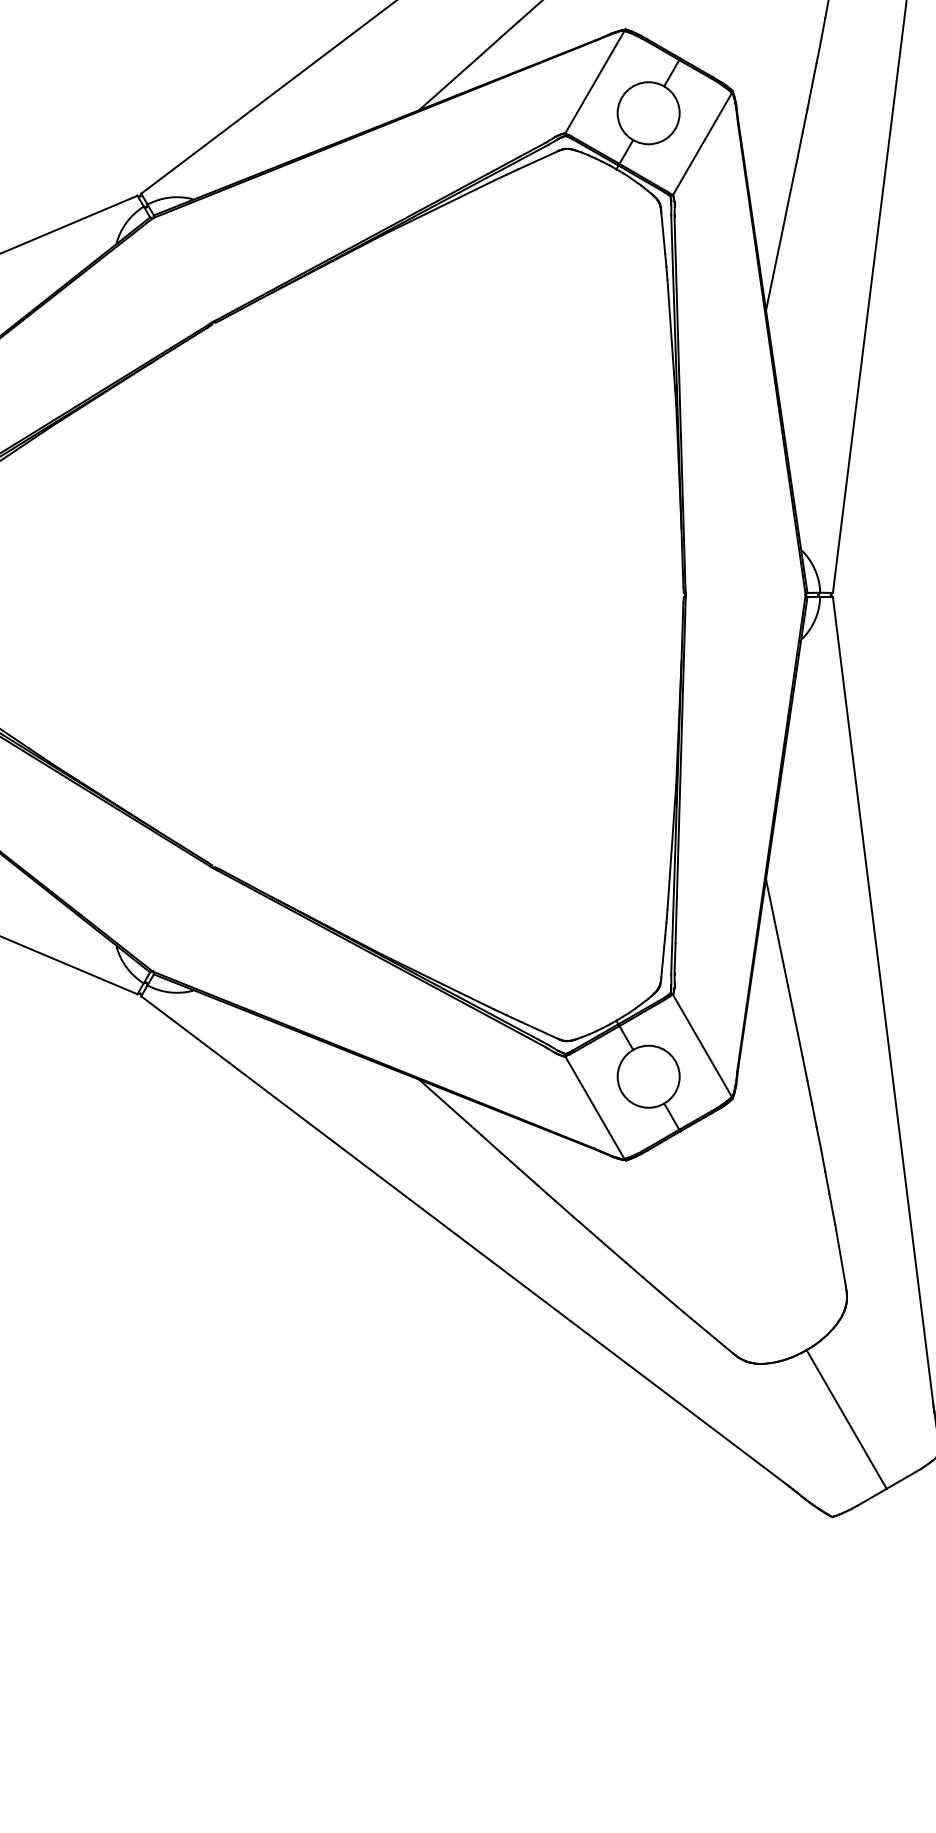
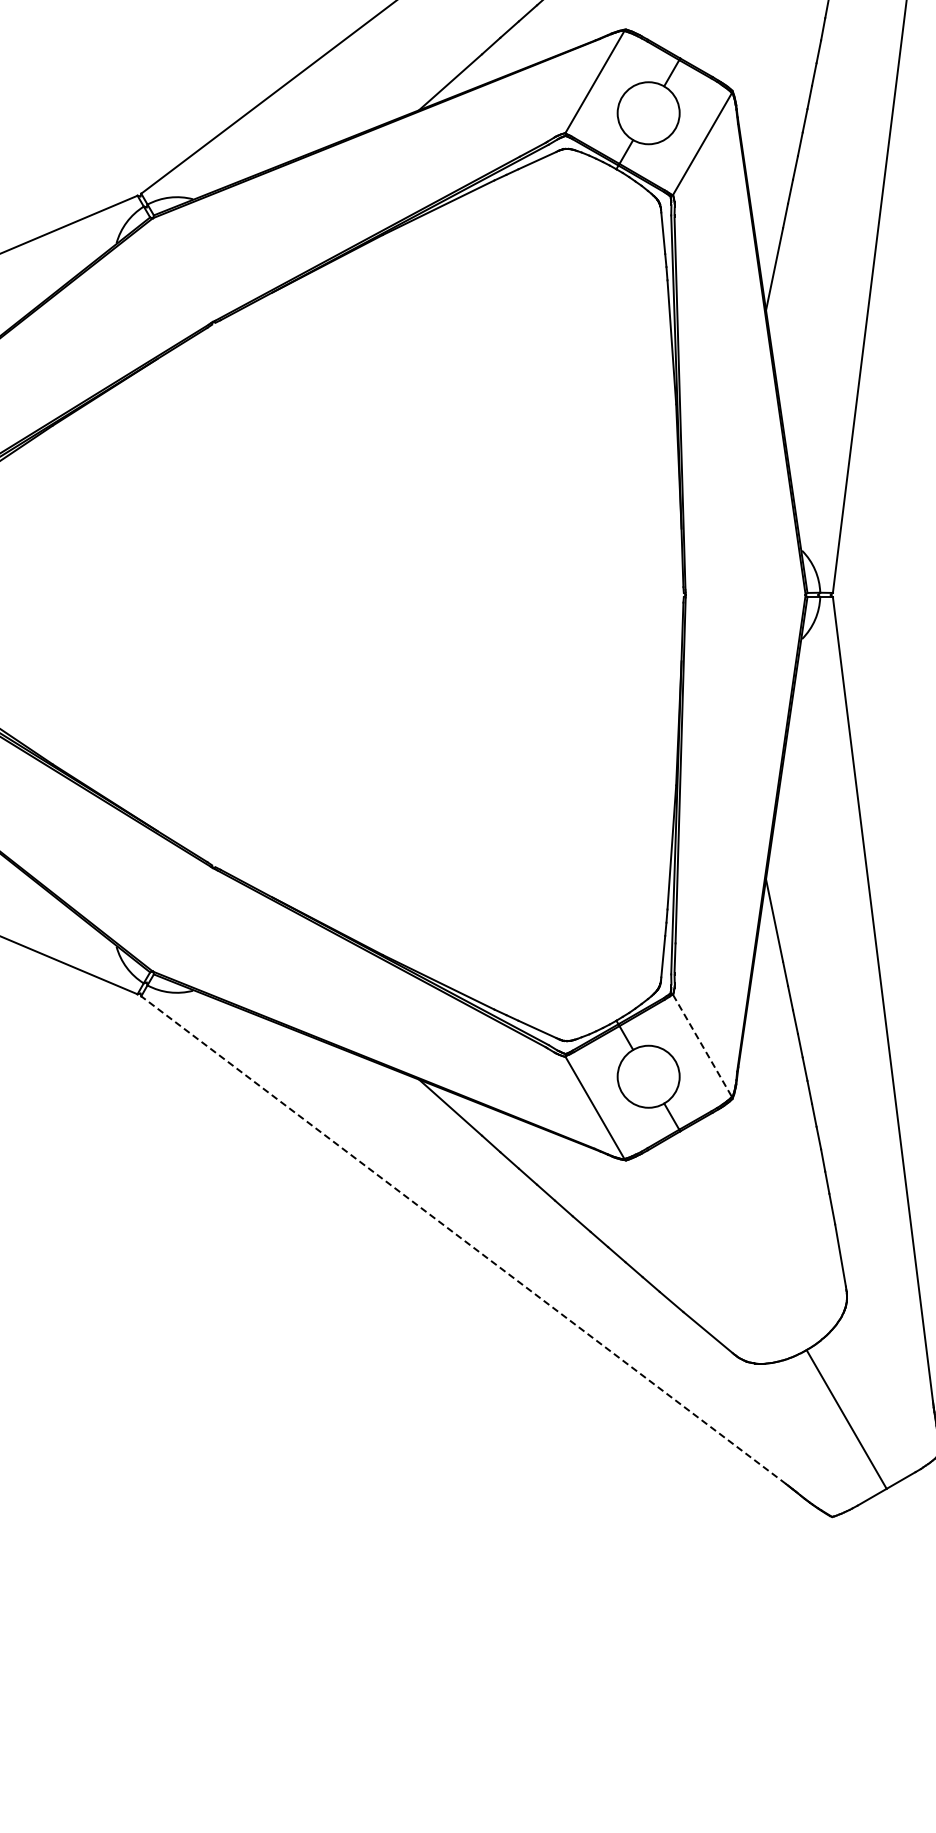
line at (702, 1045): solid -> dashed
line at (463, 1239): solid -> dashed
